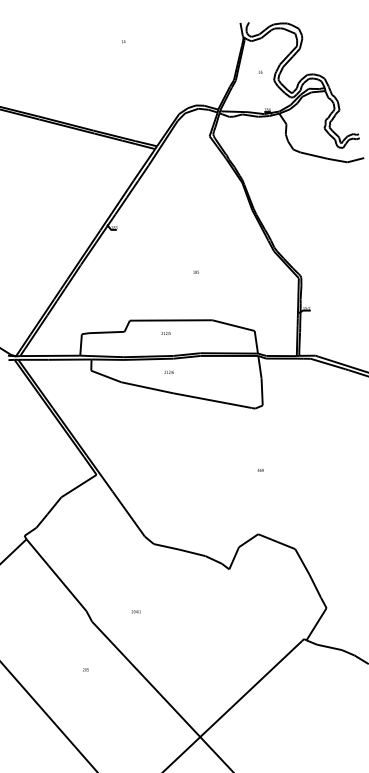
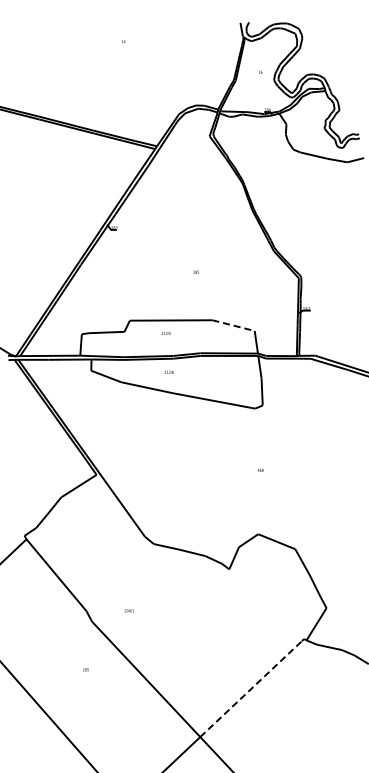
line at (233, 325): solid -> dashed
text at (135, 611) position: (135, 611) -> (128, 610)
line at (251, 689): solid -> dashed
